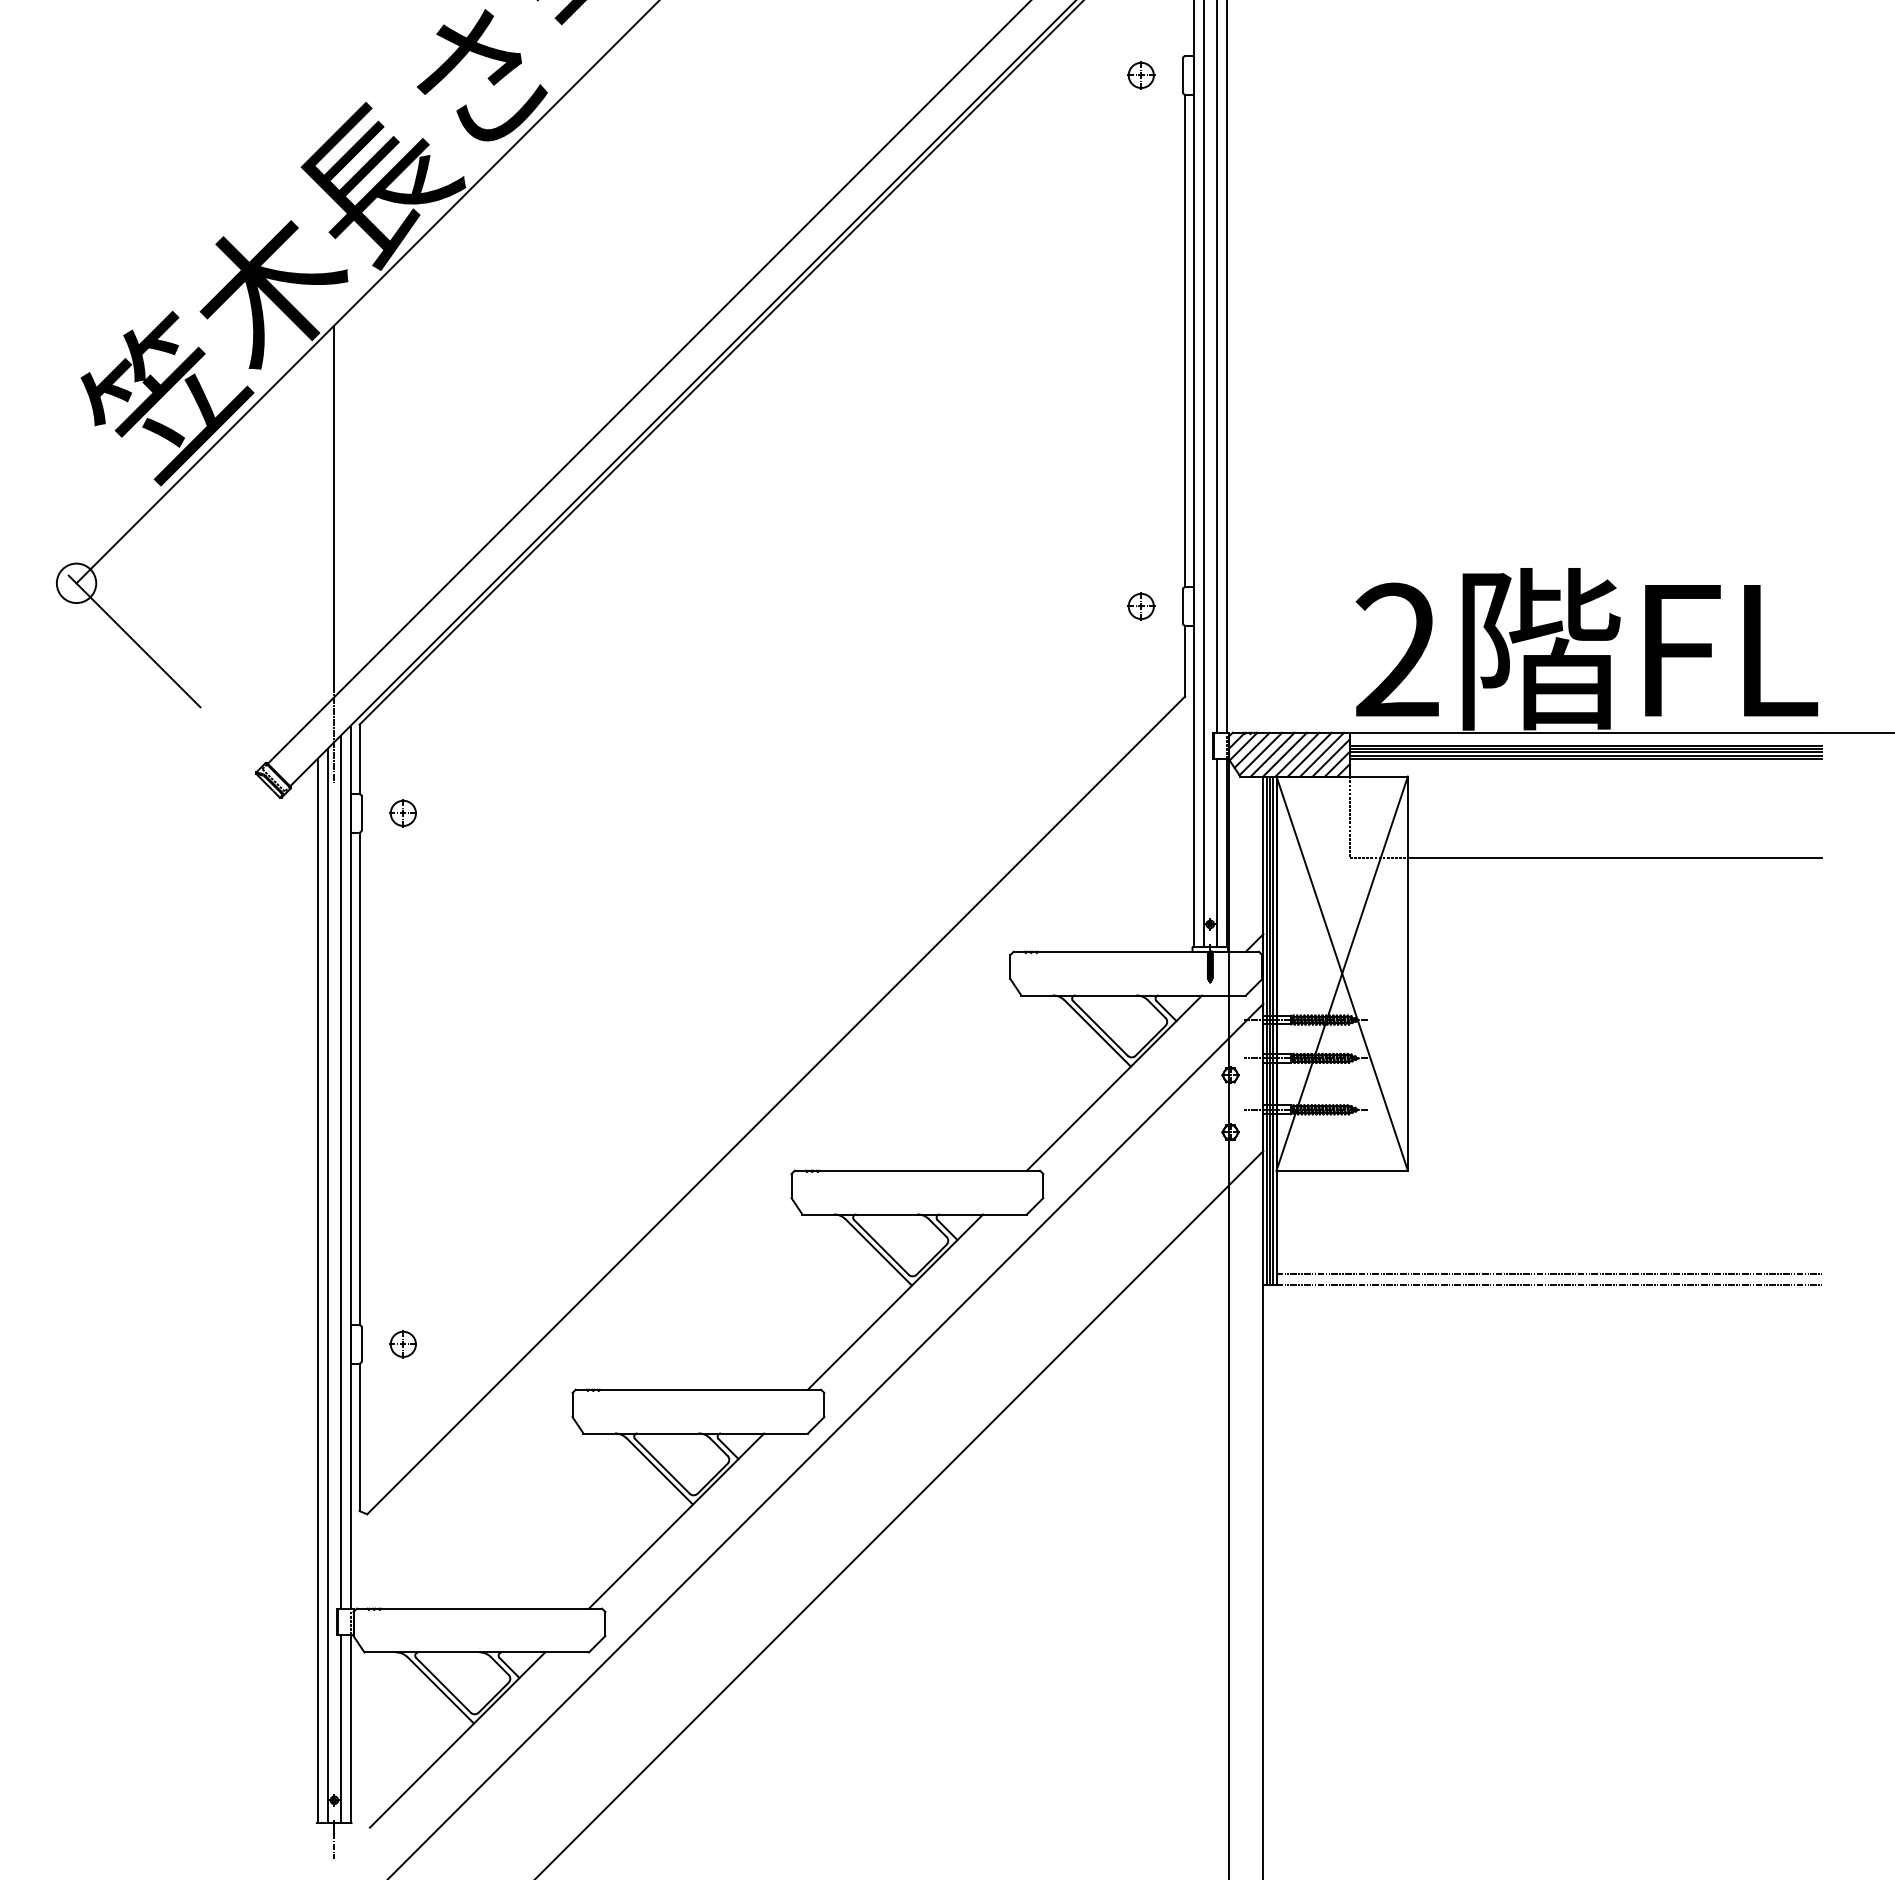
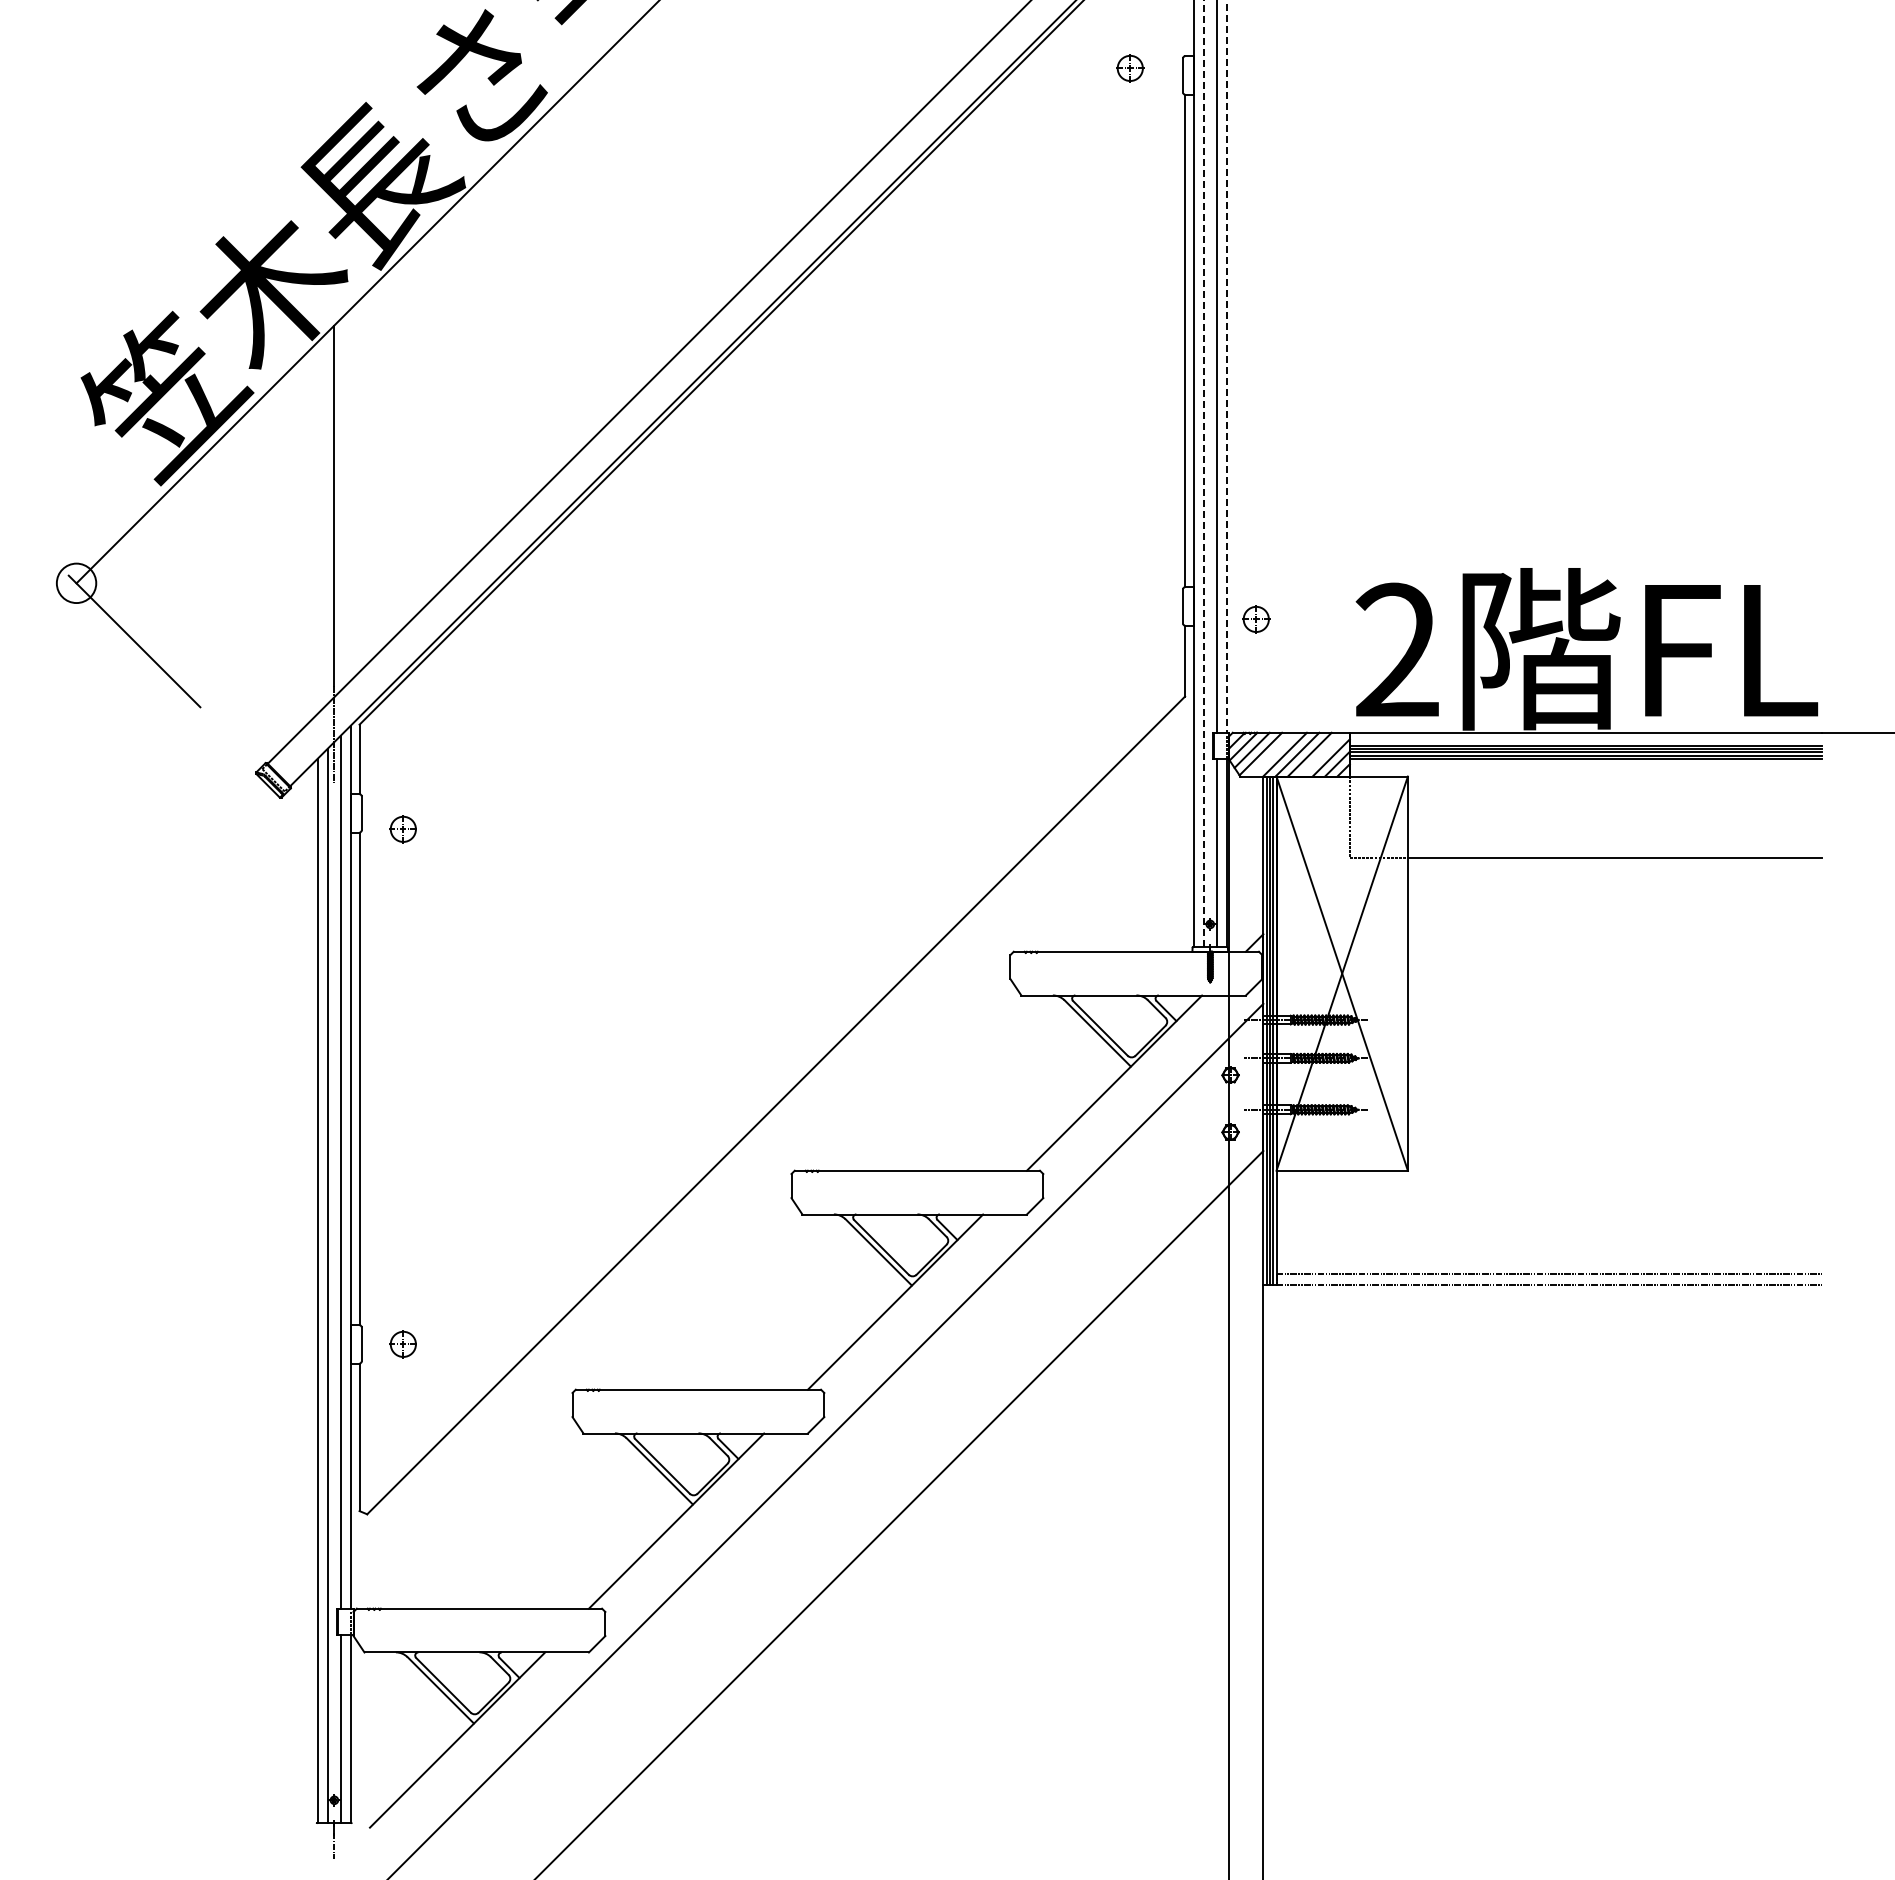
part at (1141, 75) position: (1141, 75) -> (1130, 68)
line at (1226, 367): solid -> dashed
line at (1203, 474): solid -> dashed
part at (1141, 606) position: (1141, 606) -> (1256, 619)
line at (1272, 754): present -> none
line at (1322, 754): present -> none
part at (402, 813) position: (402, 813) -> (402, 829)
